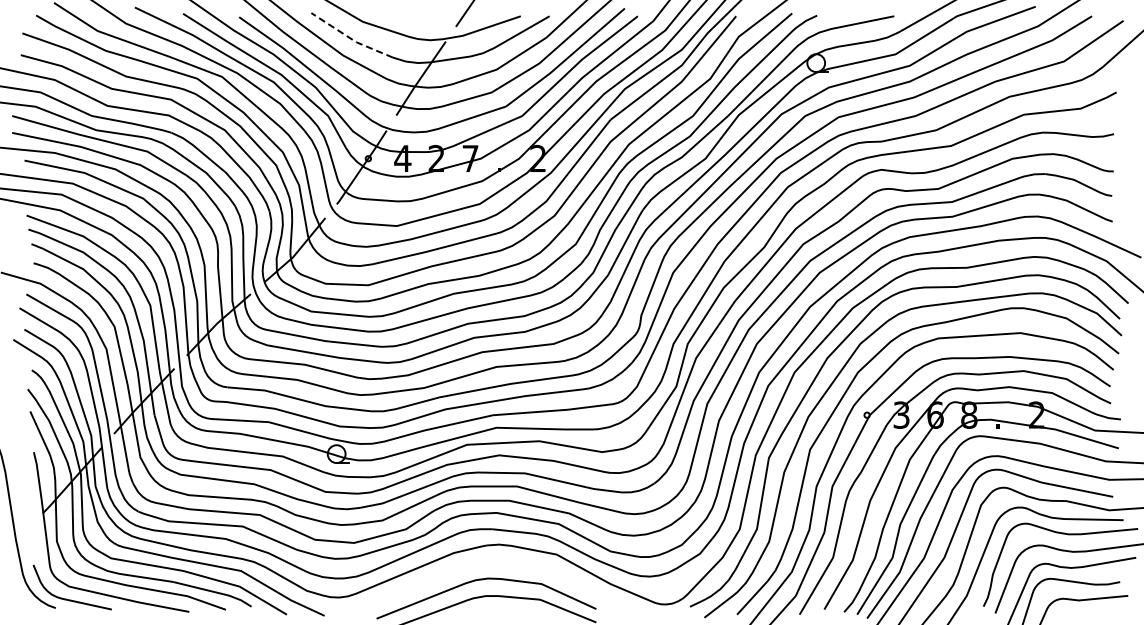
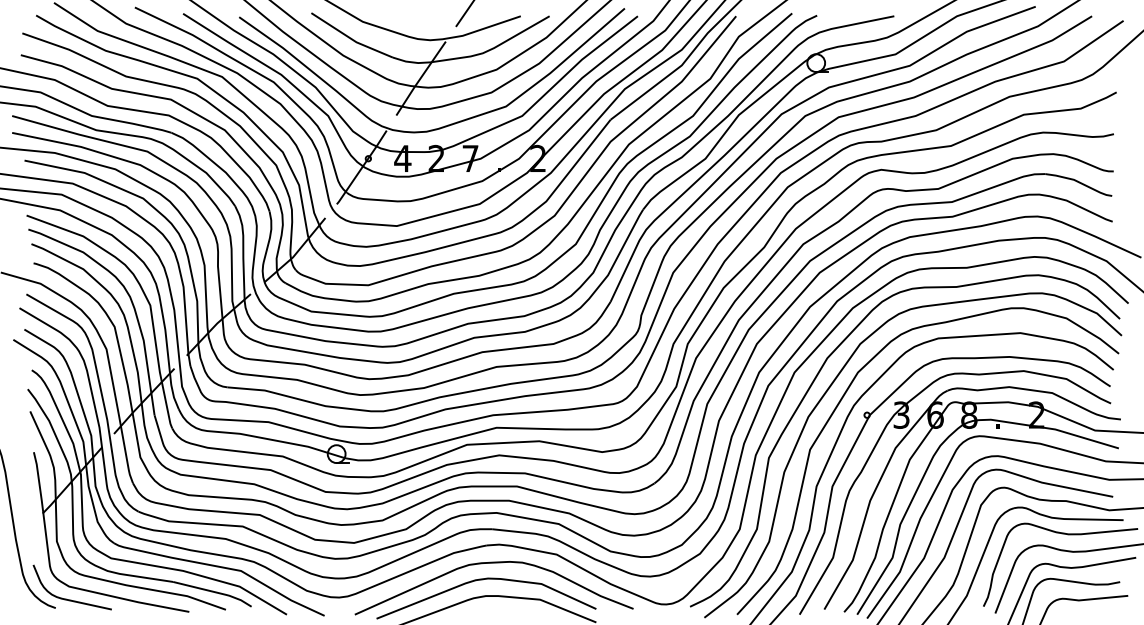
line at (350, 38): dashed -> solid
curve at (493, 563): none -> present
